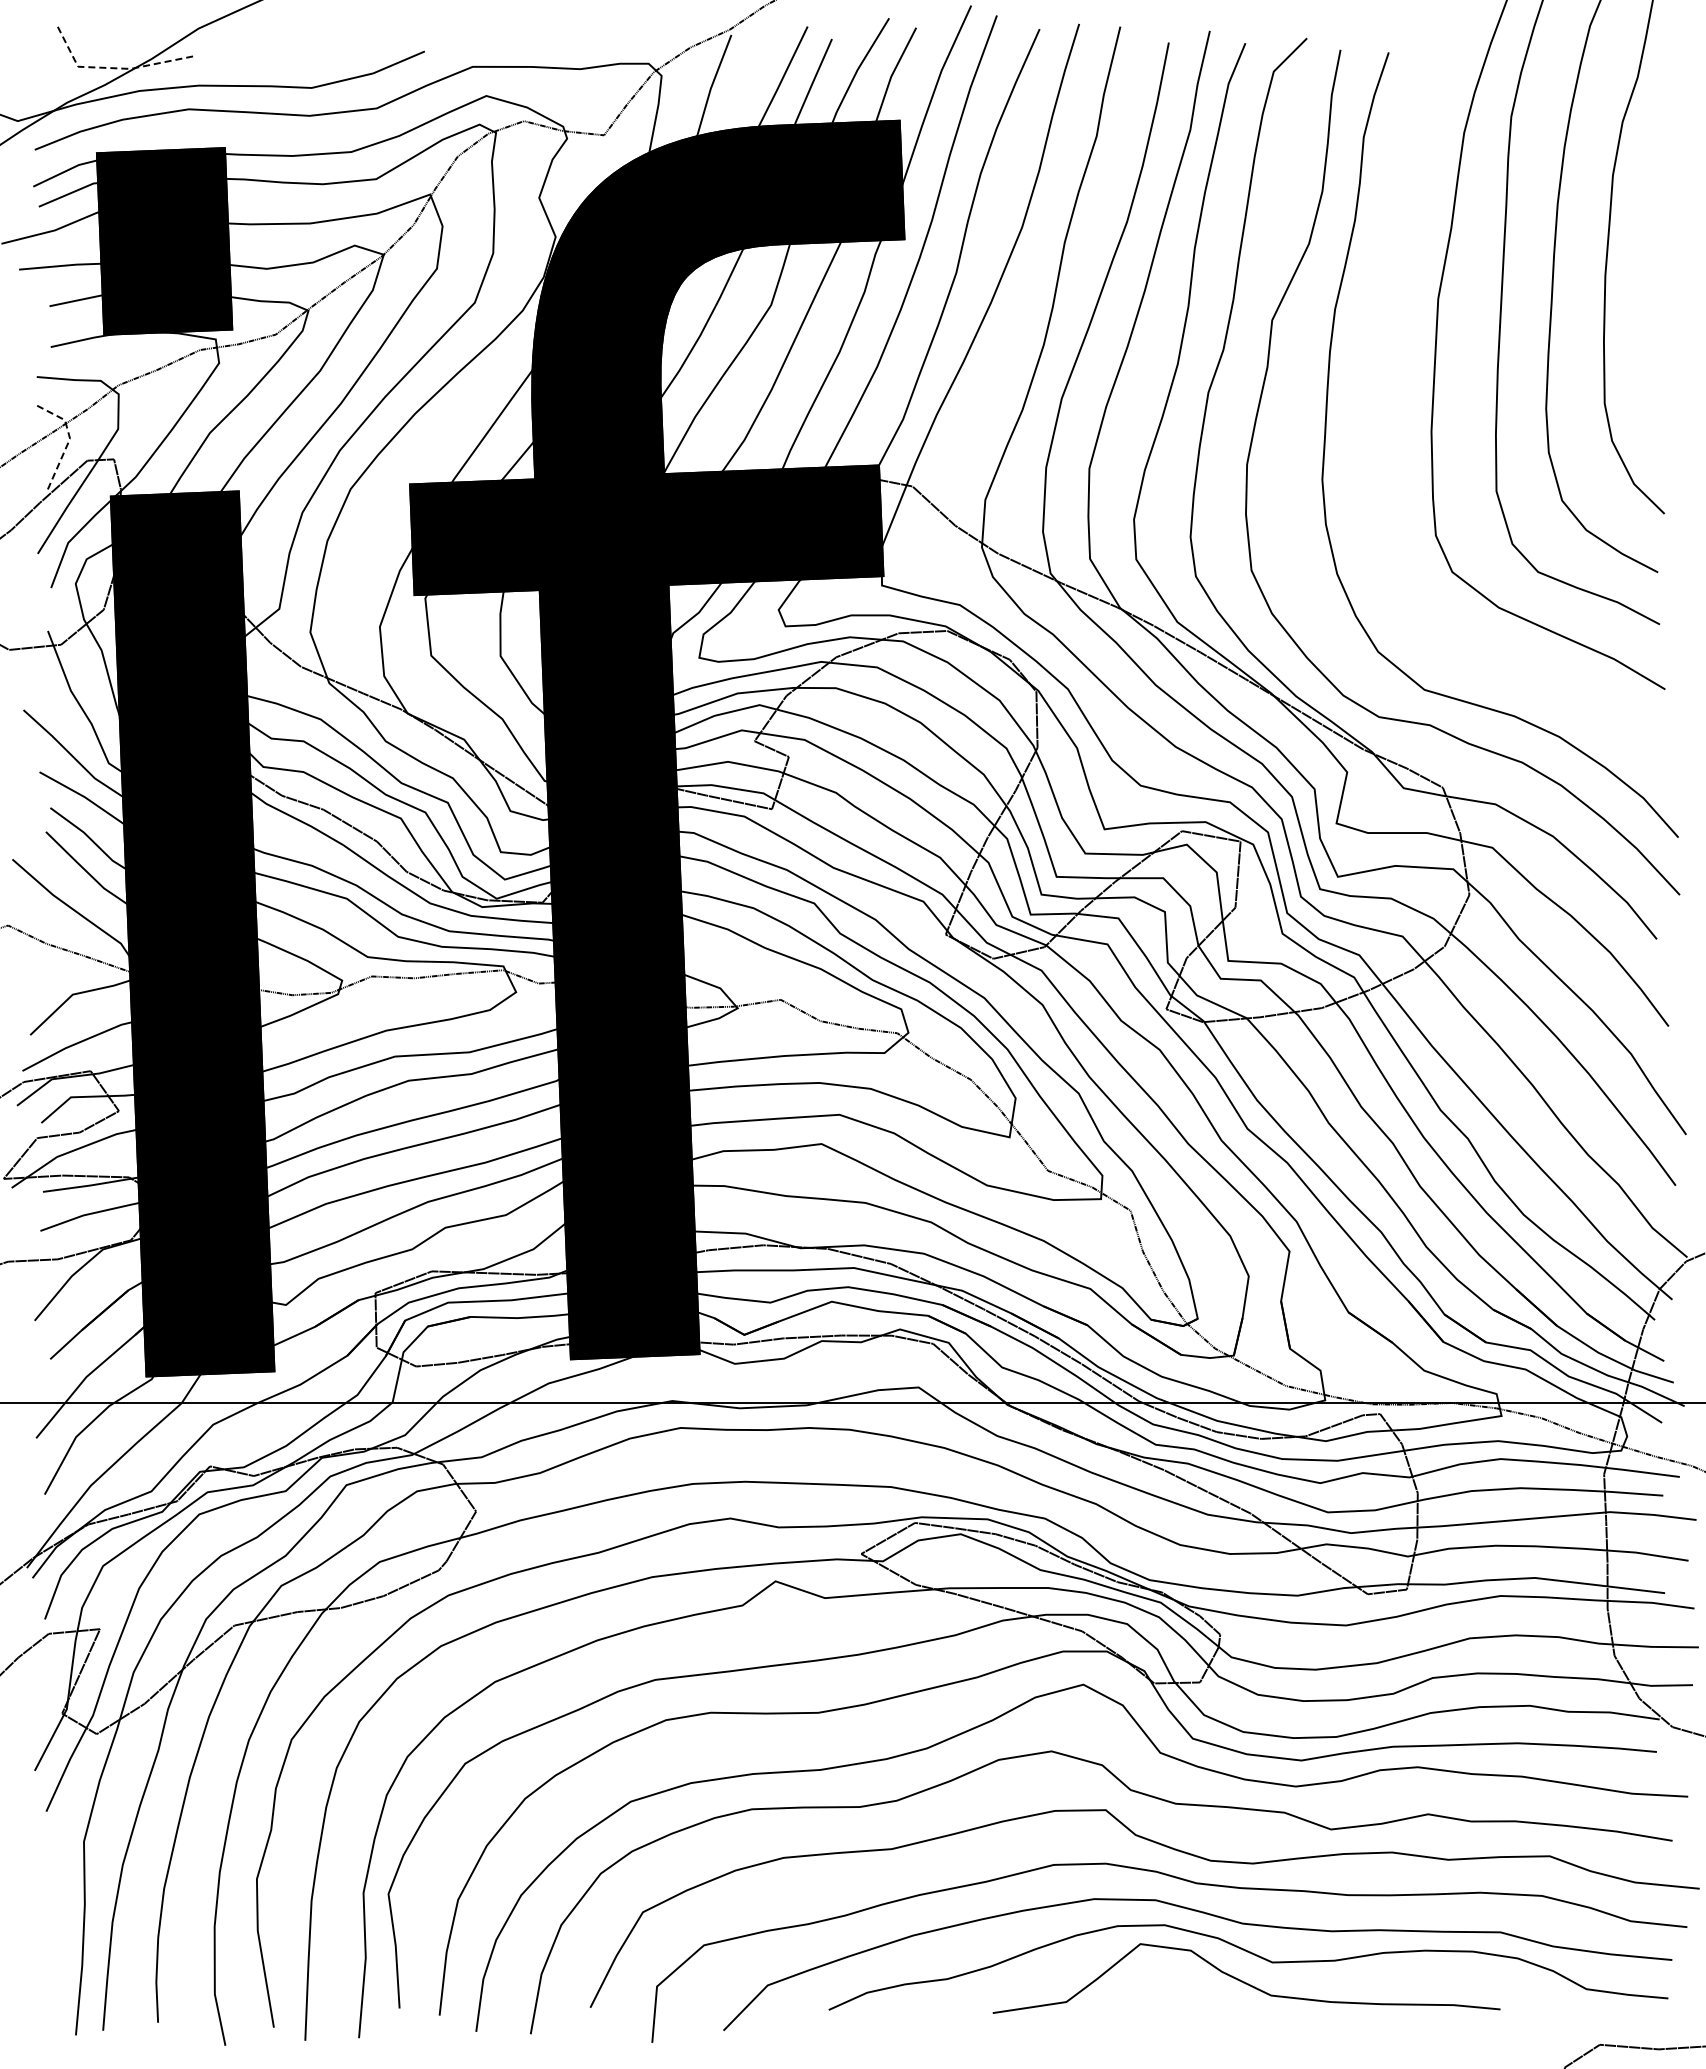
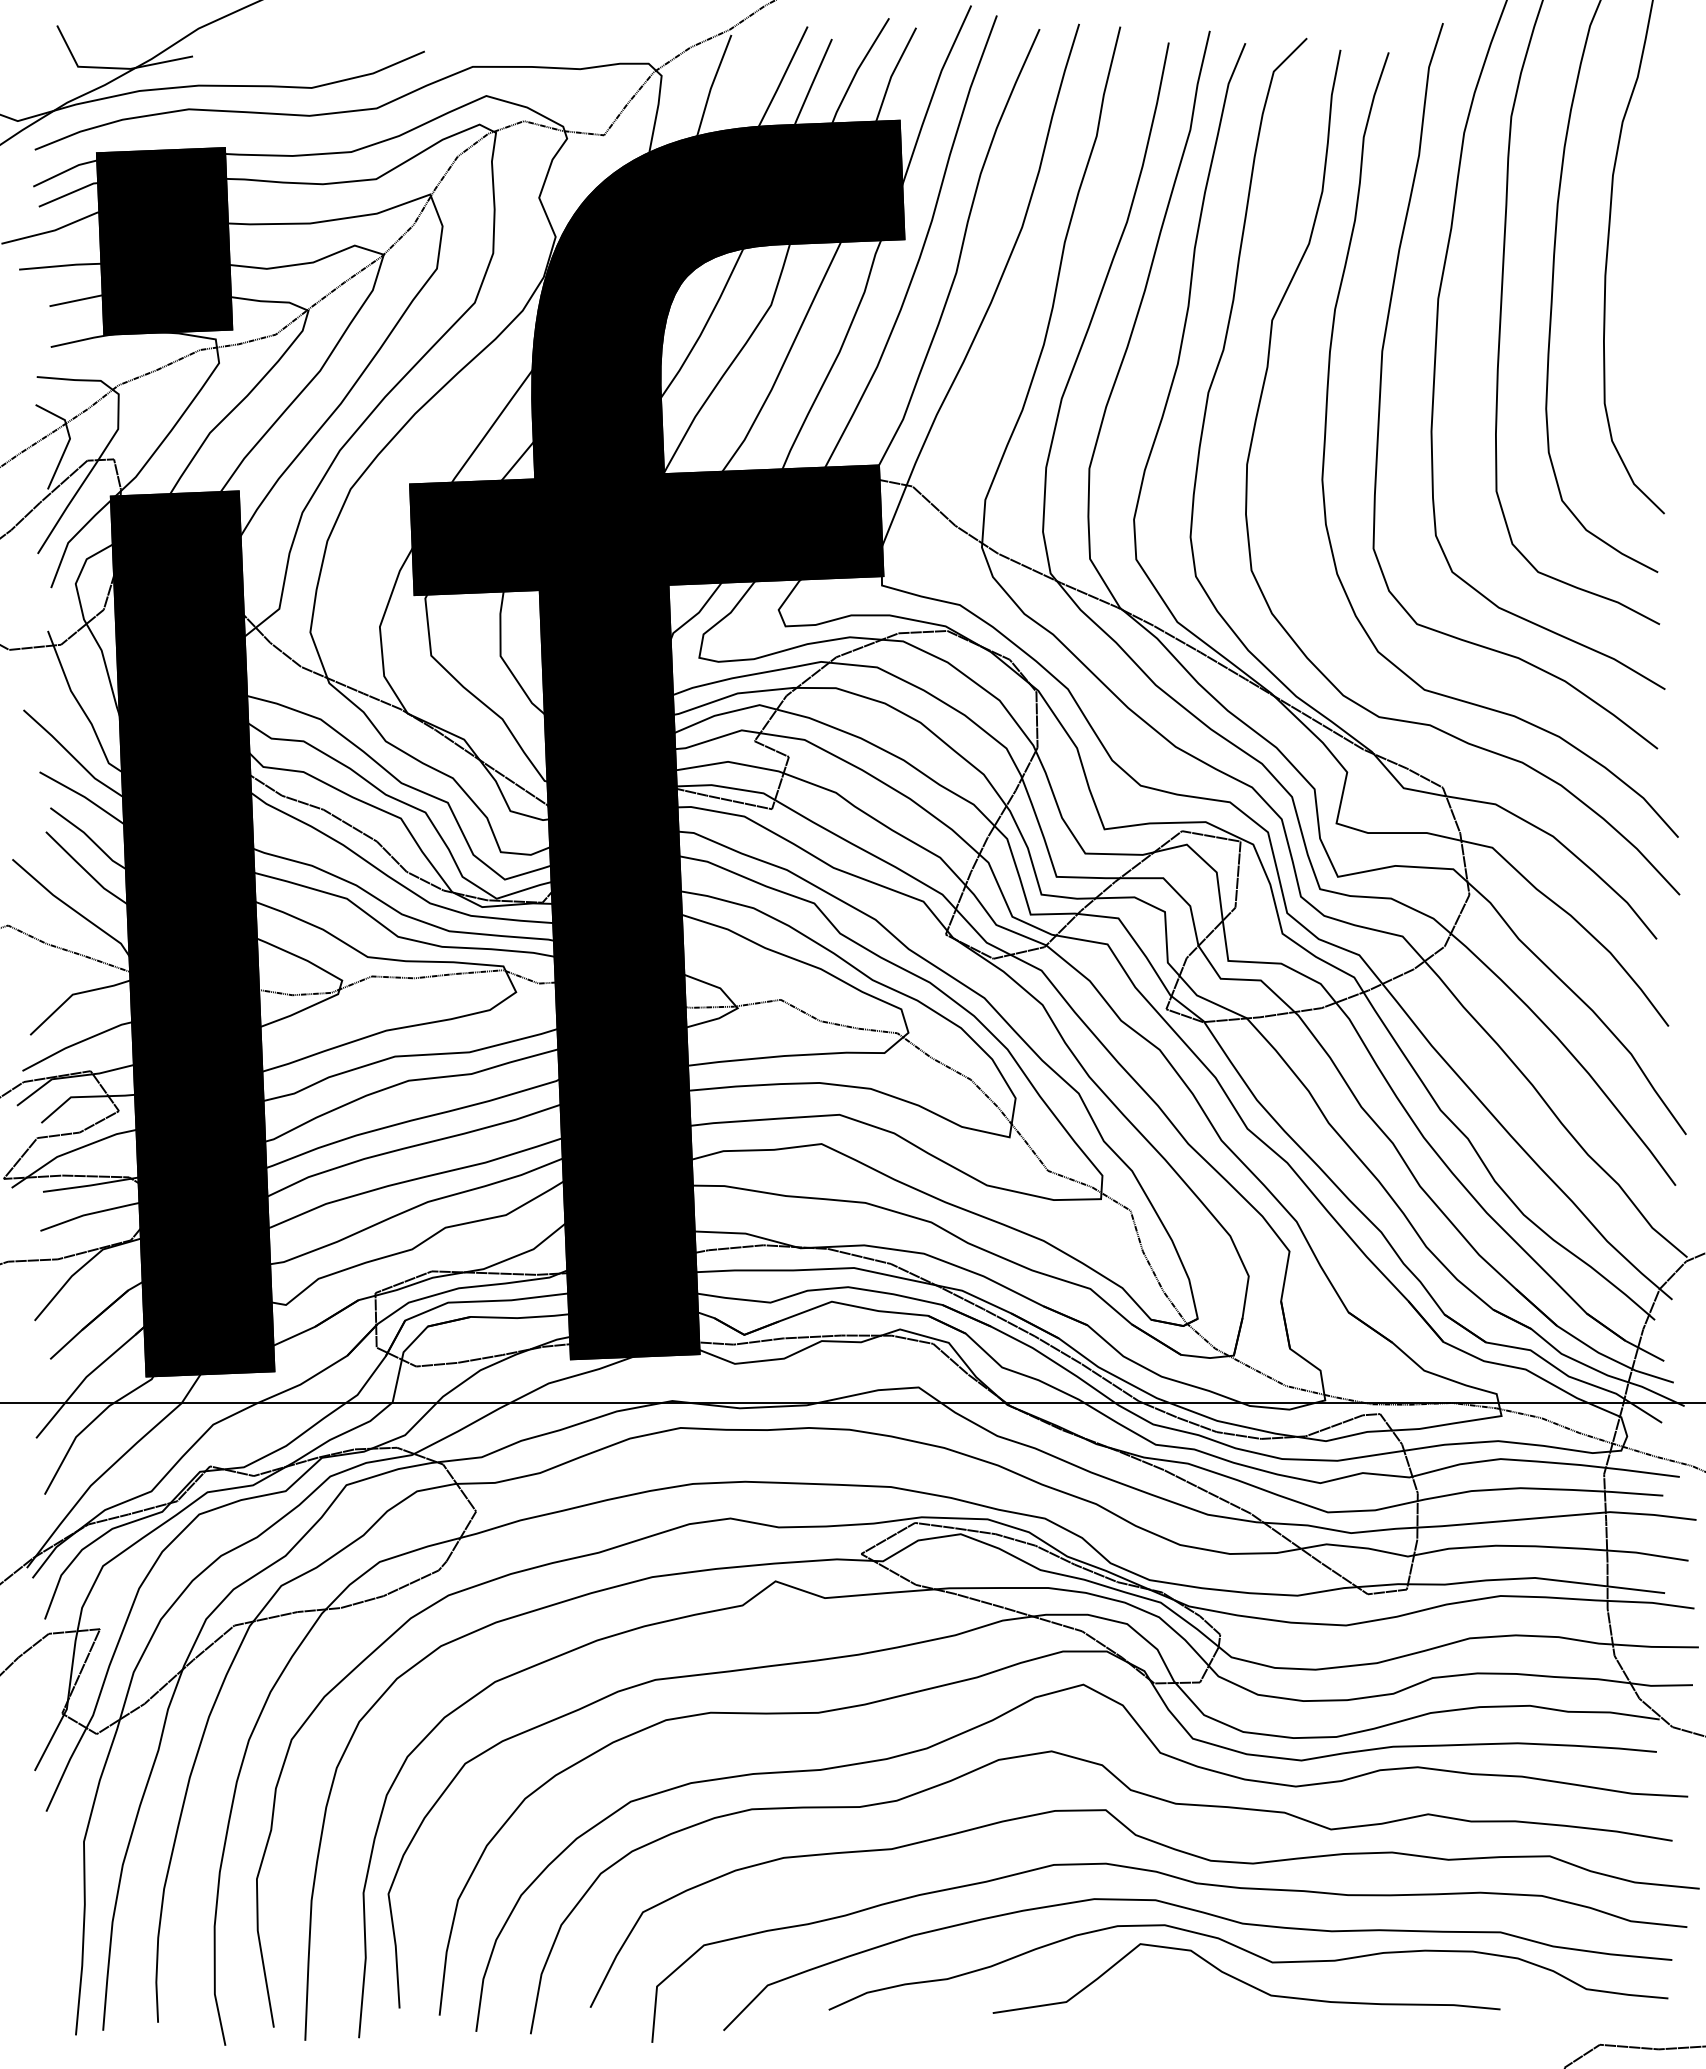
line at (112, 68): dashed -> solid
curve at (1382, 372): none -> present
line at (70, 438): dashed -> solid
